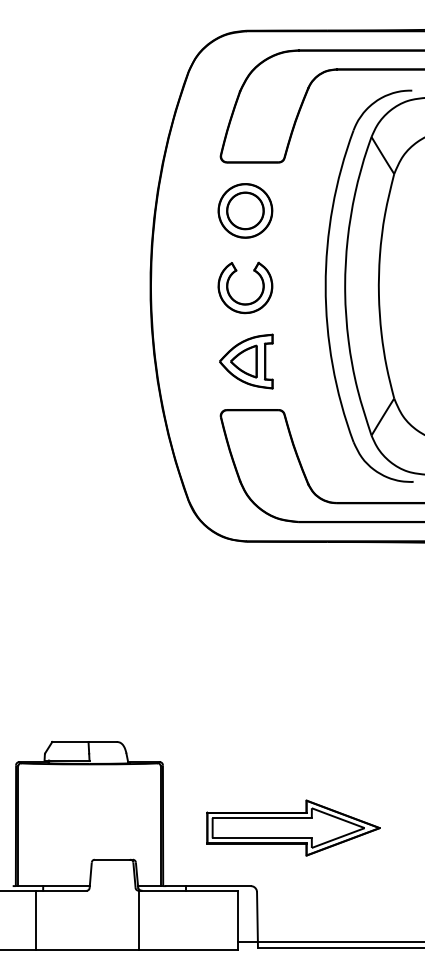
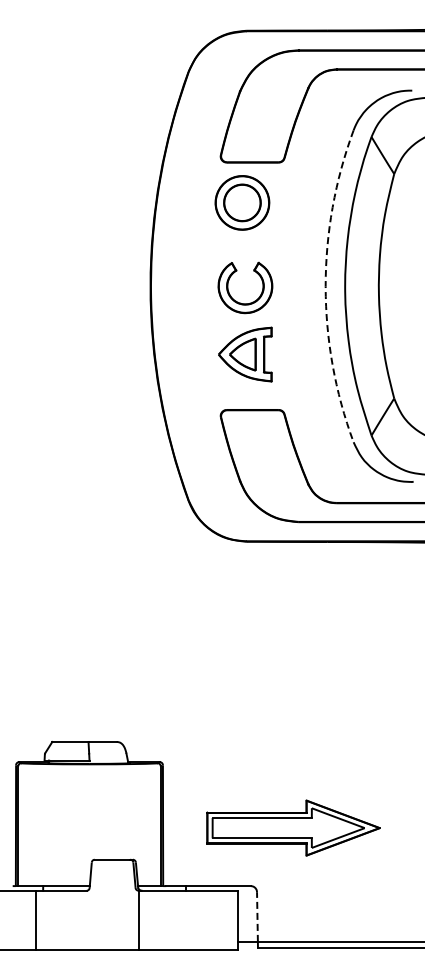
part at (245, 210) position: (245, 210) -> (242, 202)
arc at (325, 286): solid -> dashed
part at (246, 361) position: (246, 361) -> (245, 354)
line at (257, 917): solid -> dashed
